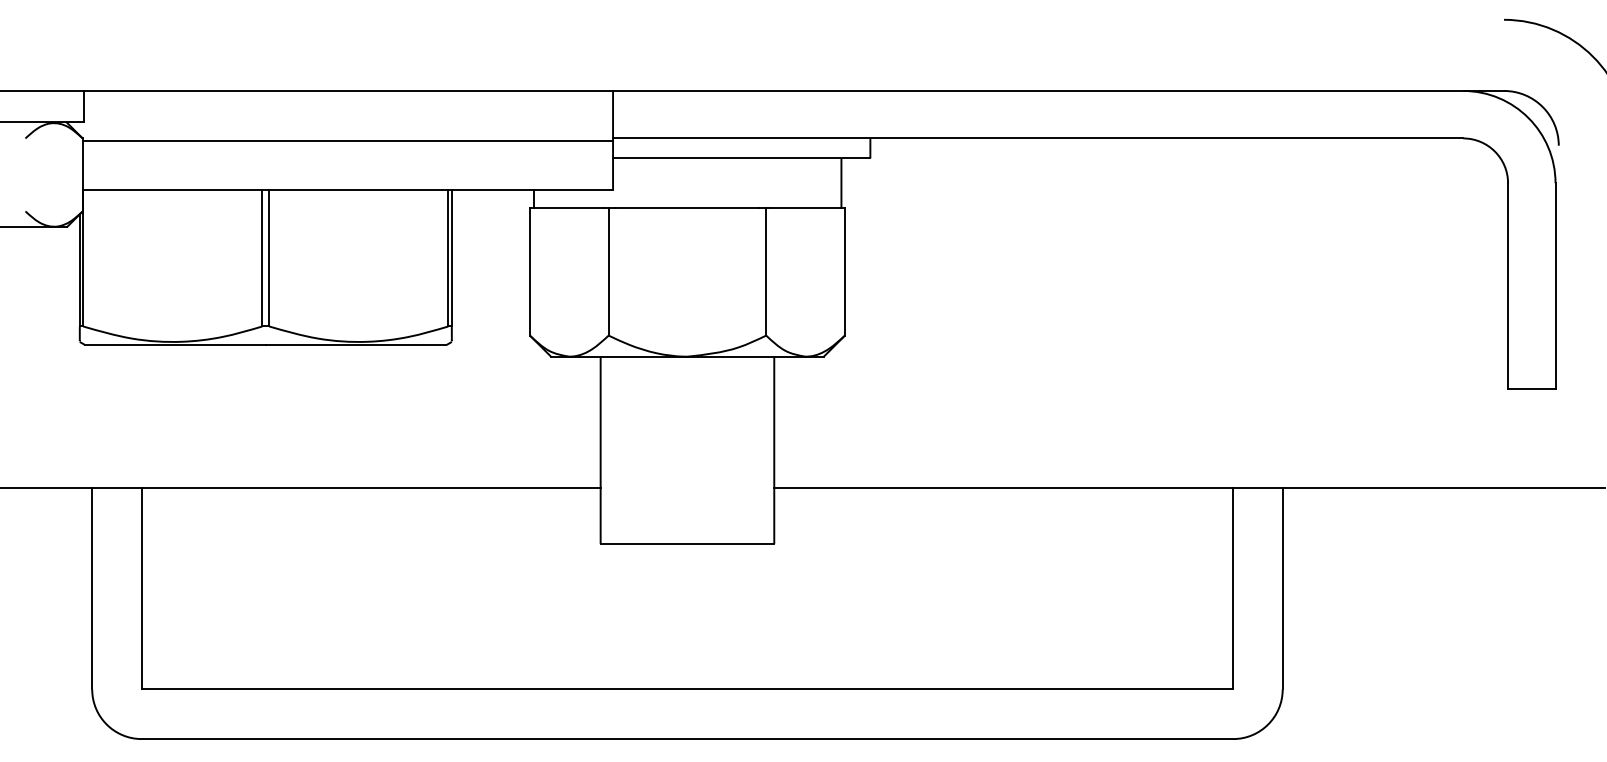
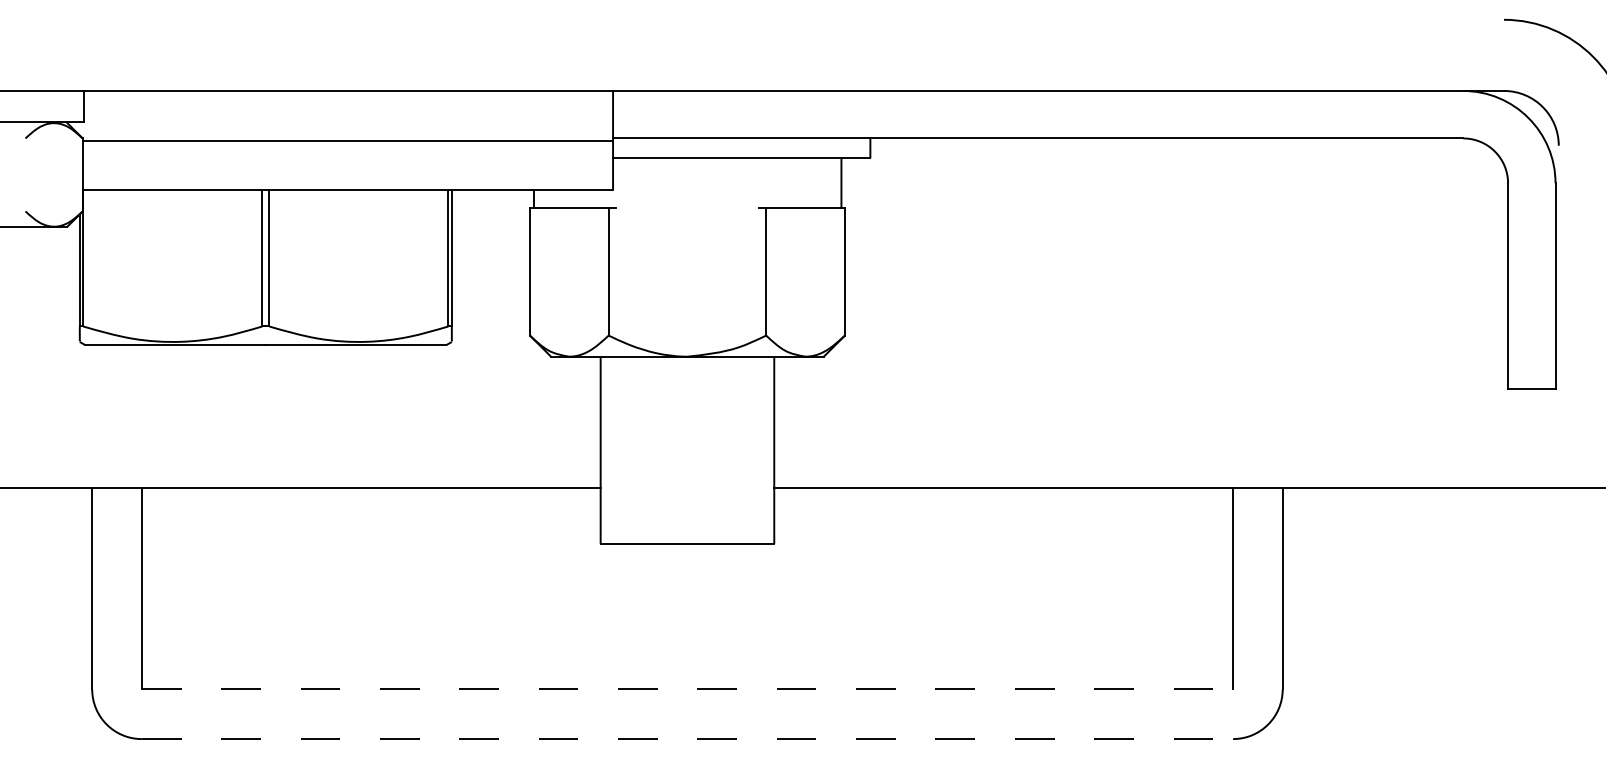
line at (687, 207): present -> none
line at (687, 689): solid -> dashed
line at (687, 739): solid -> dashed
